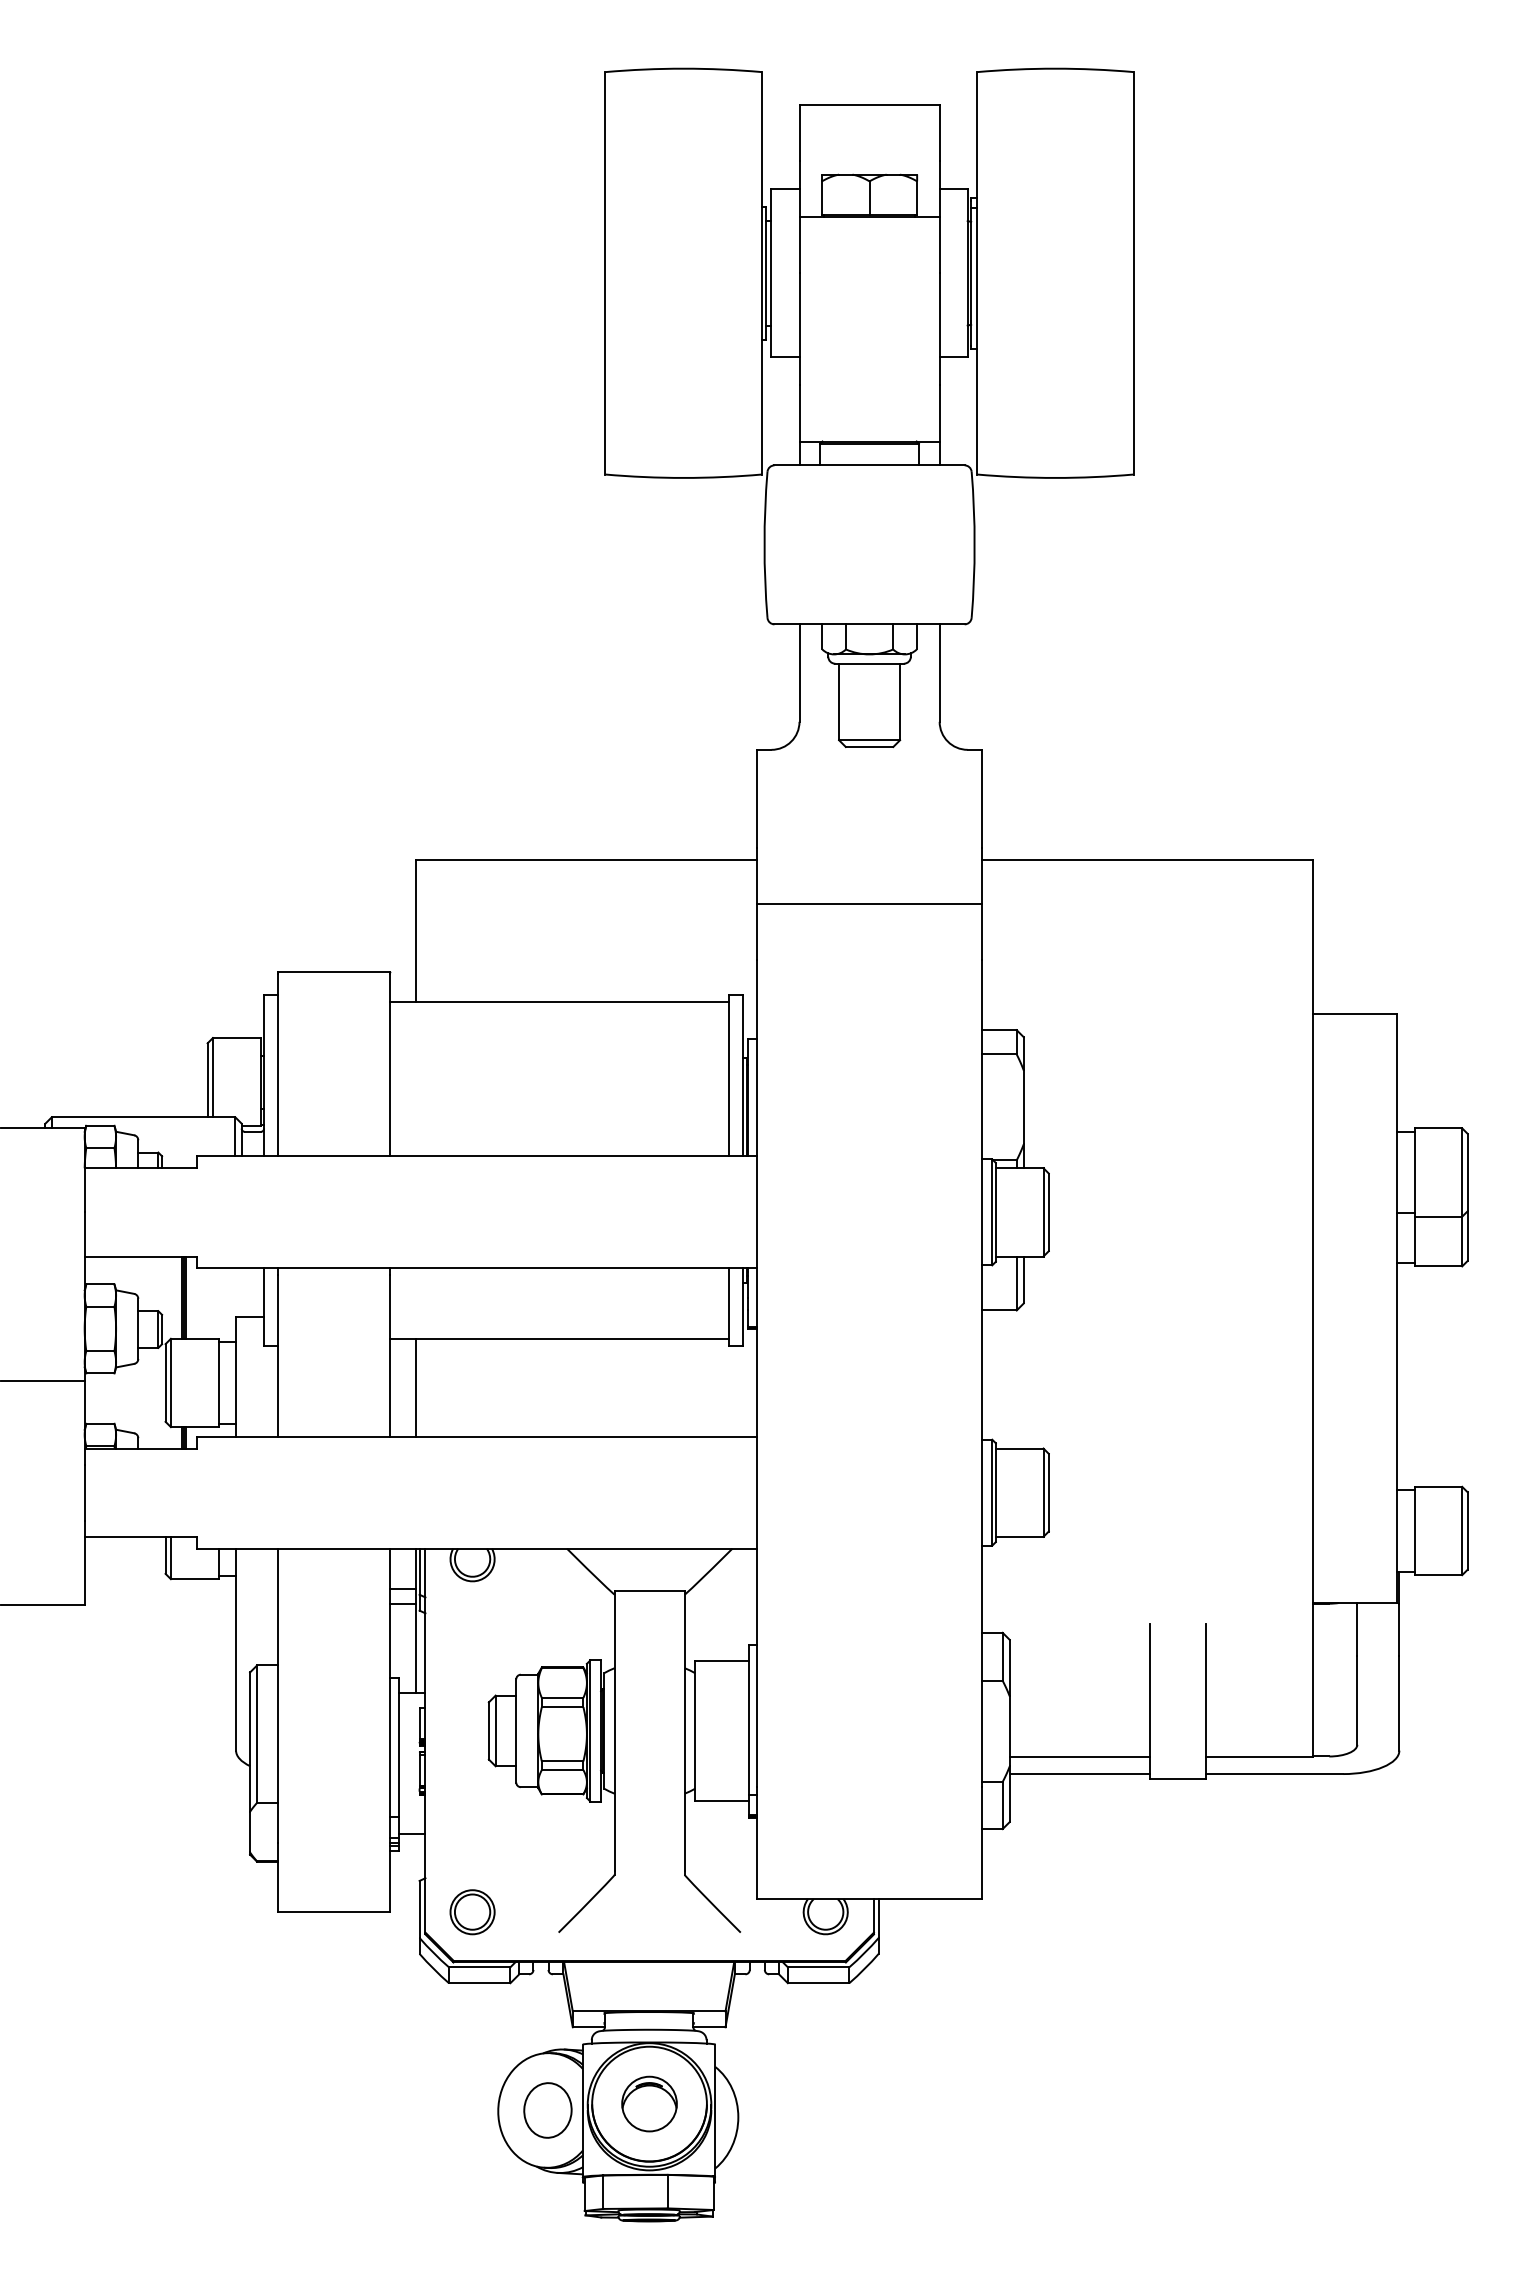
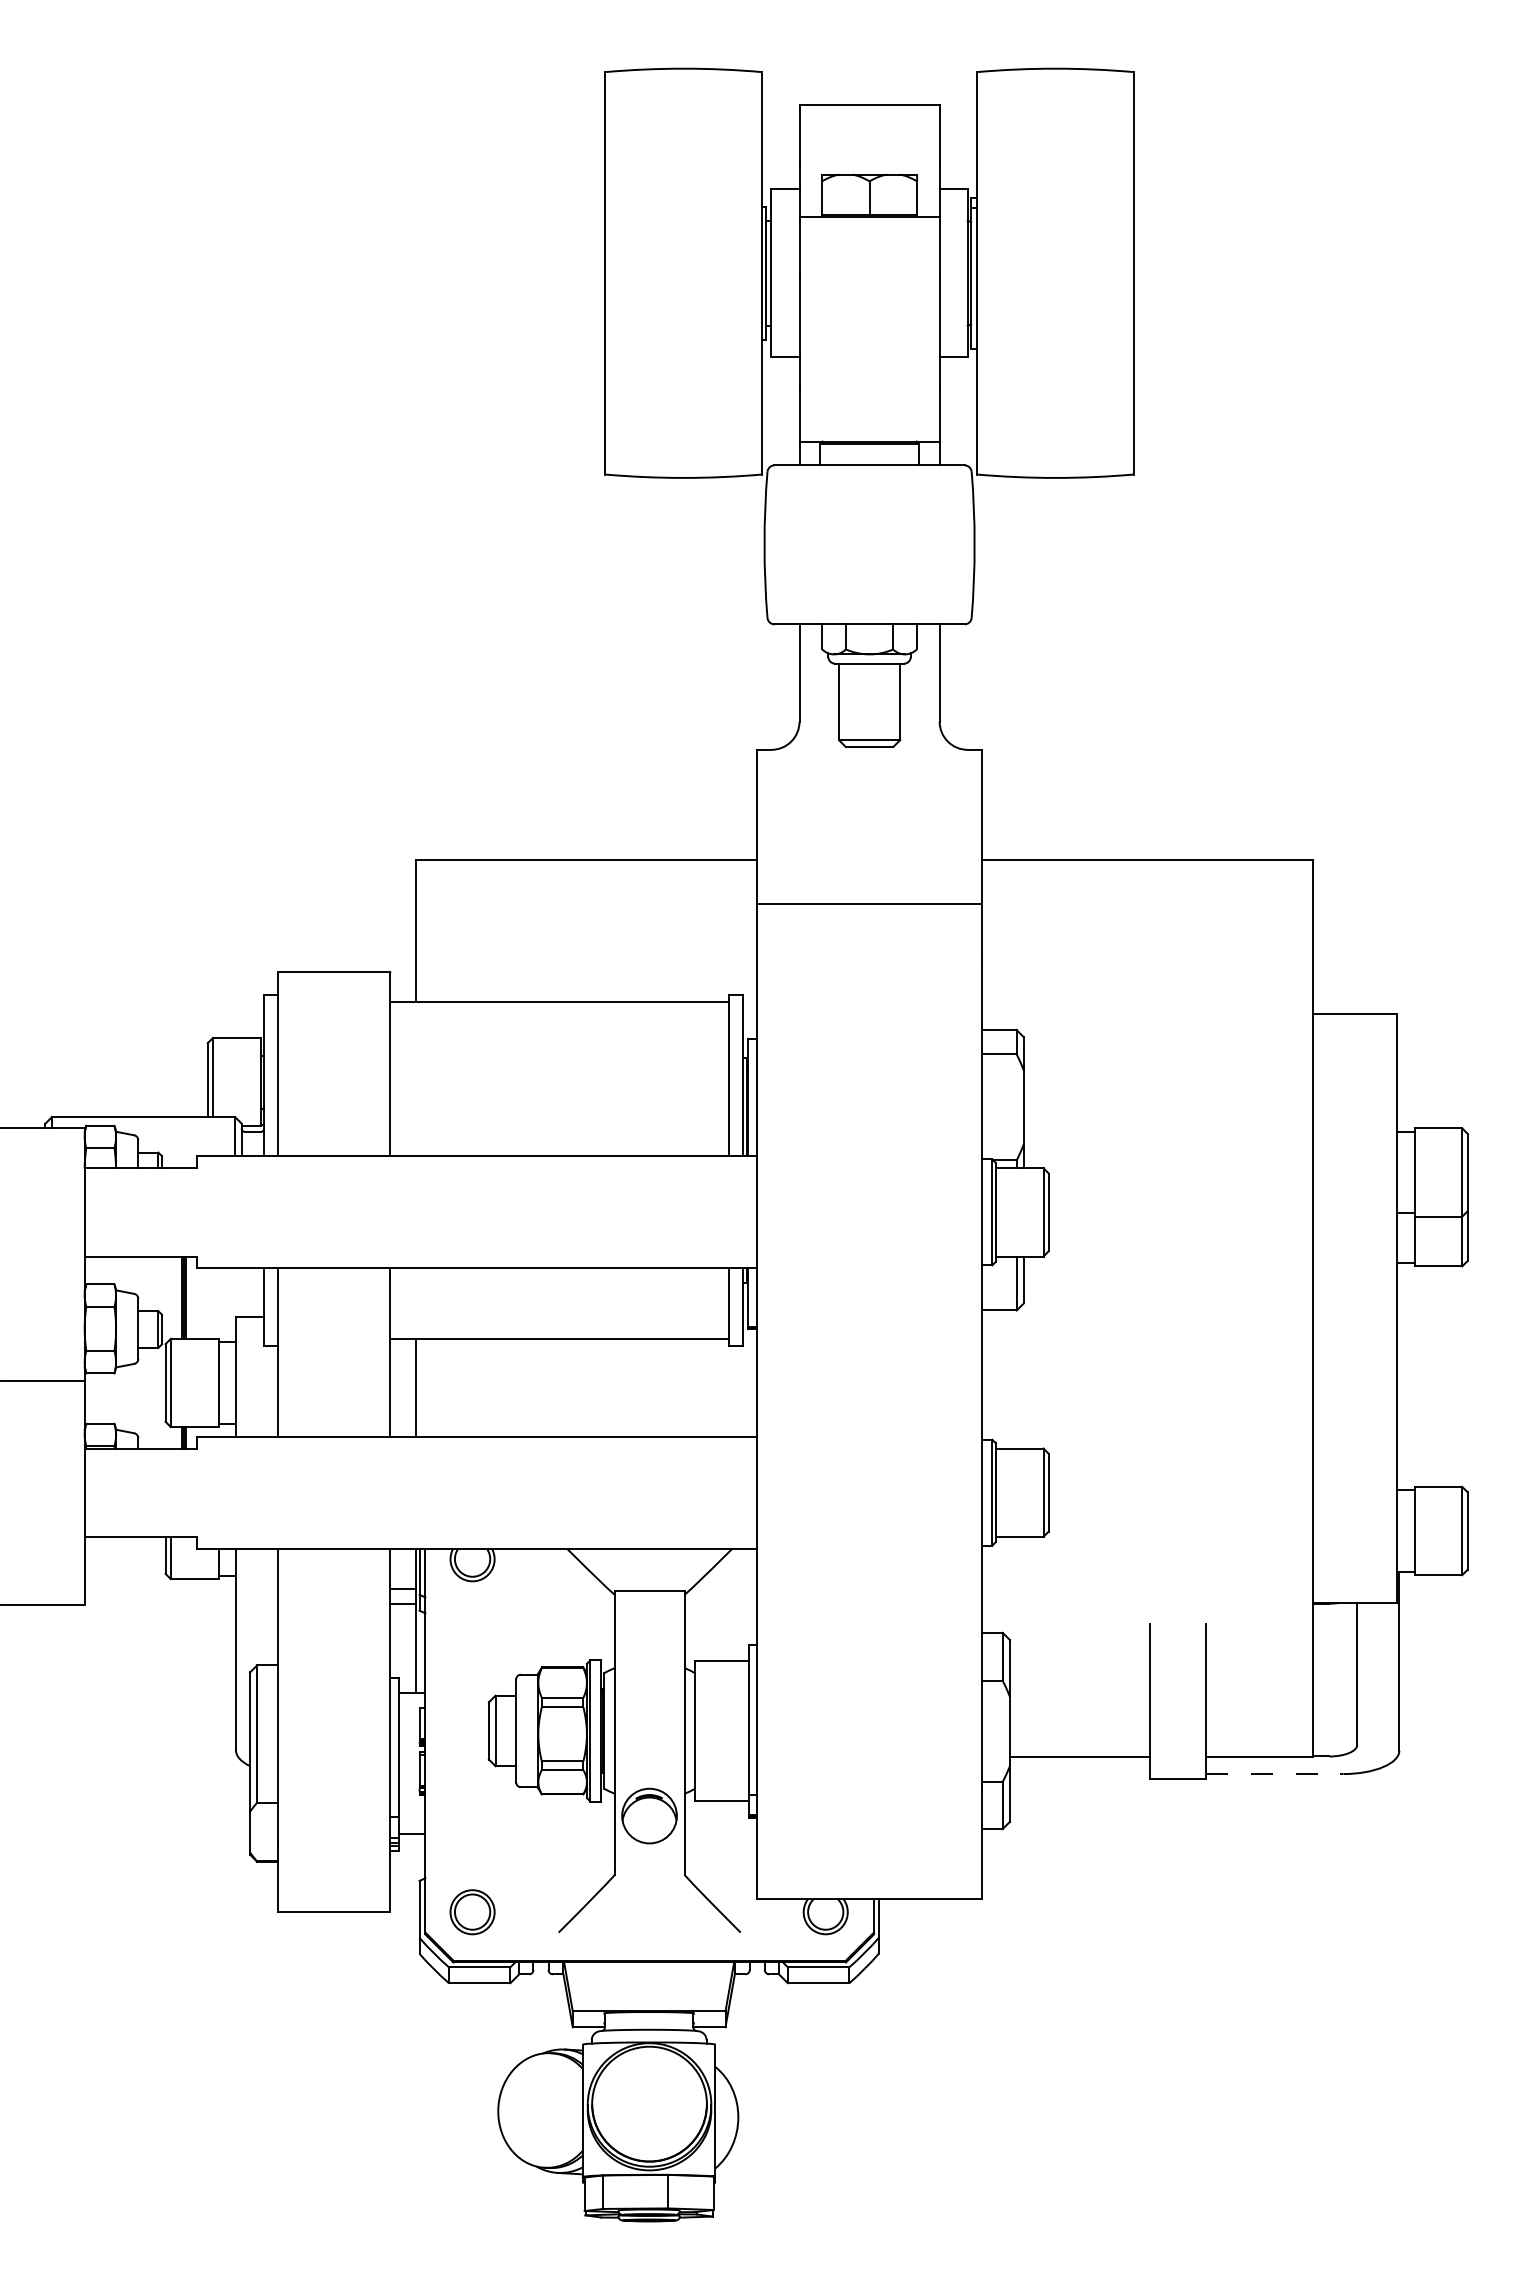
line at (1079, 1774): present -> none
line at (1274, 1774): solid -> dashed
part at (649, 2103) position: (649, 2103) -> (649, 1815)
part at (547, 2110): present -> none
